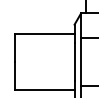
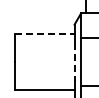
line at (44, 33): solid -> dashed
line at (74, 62): solid -> dashed
